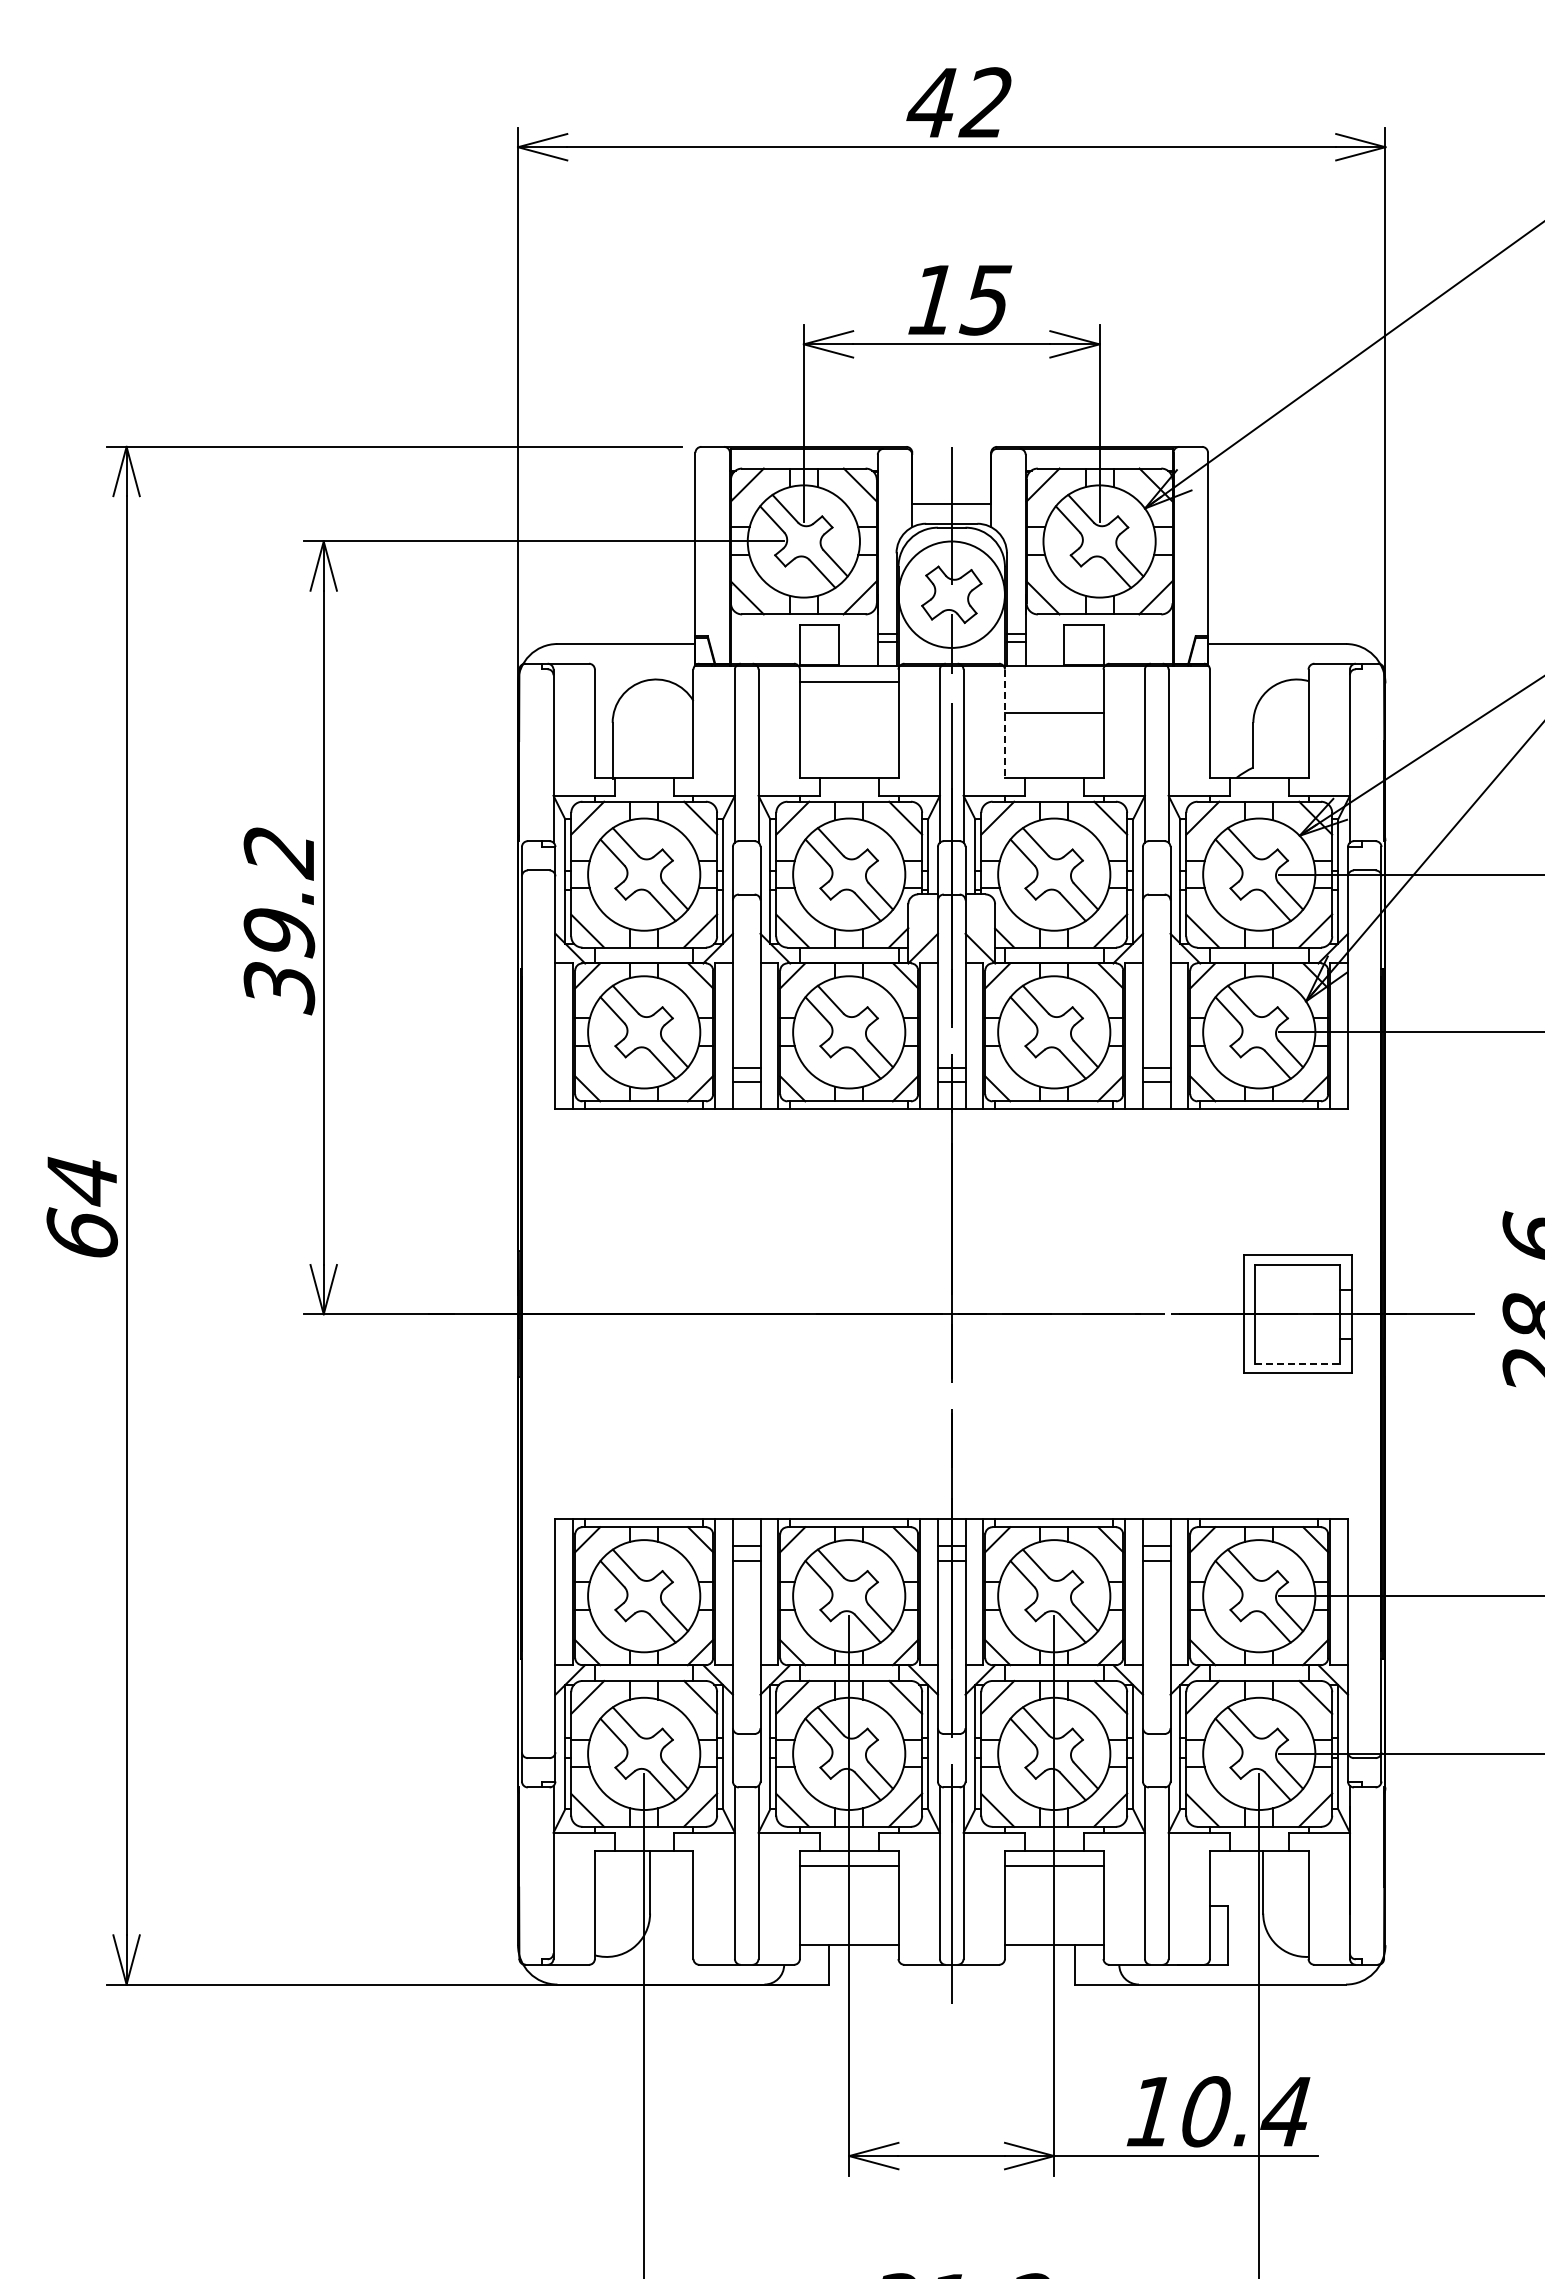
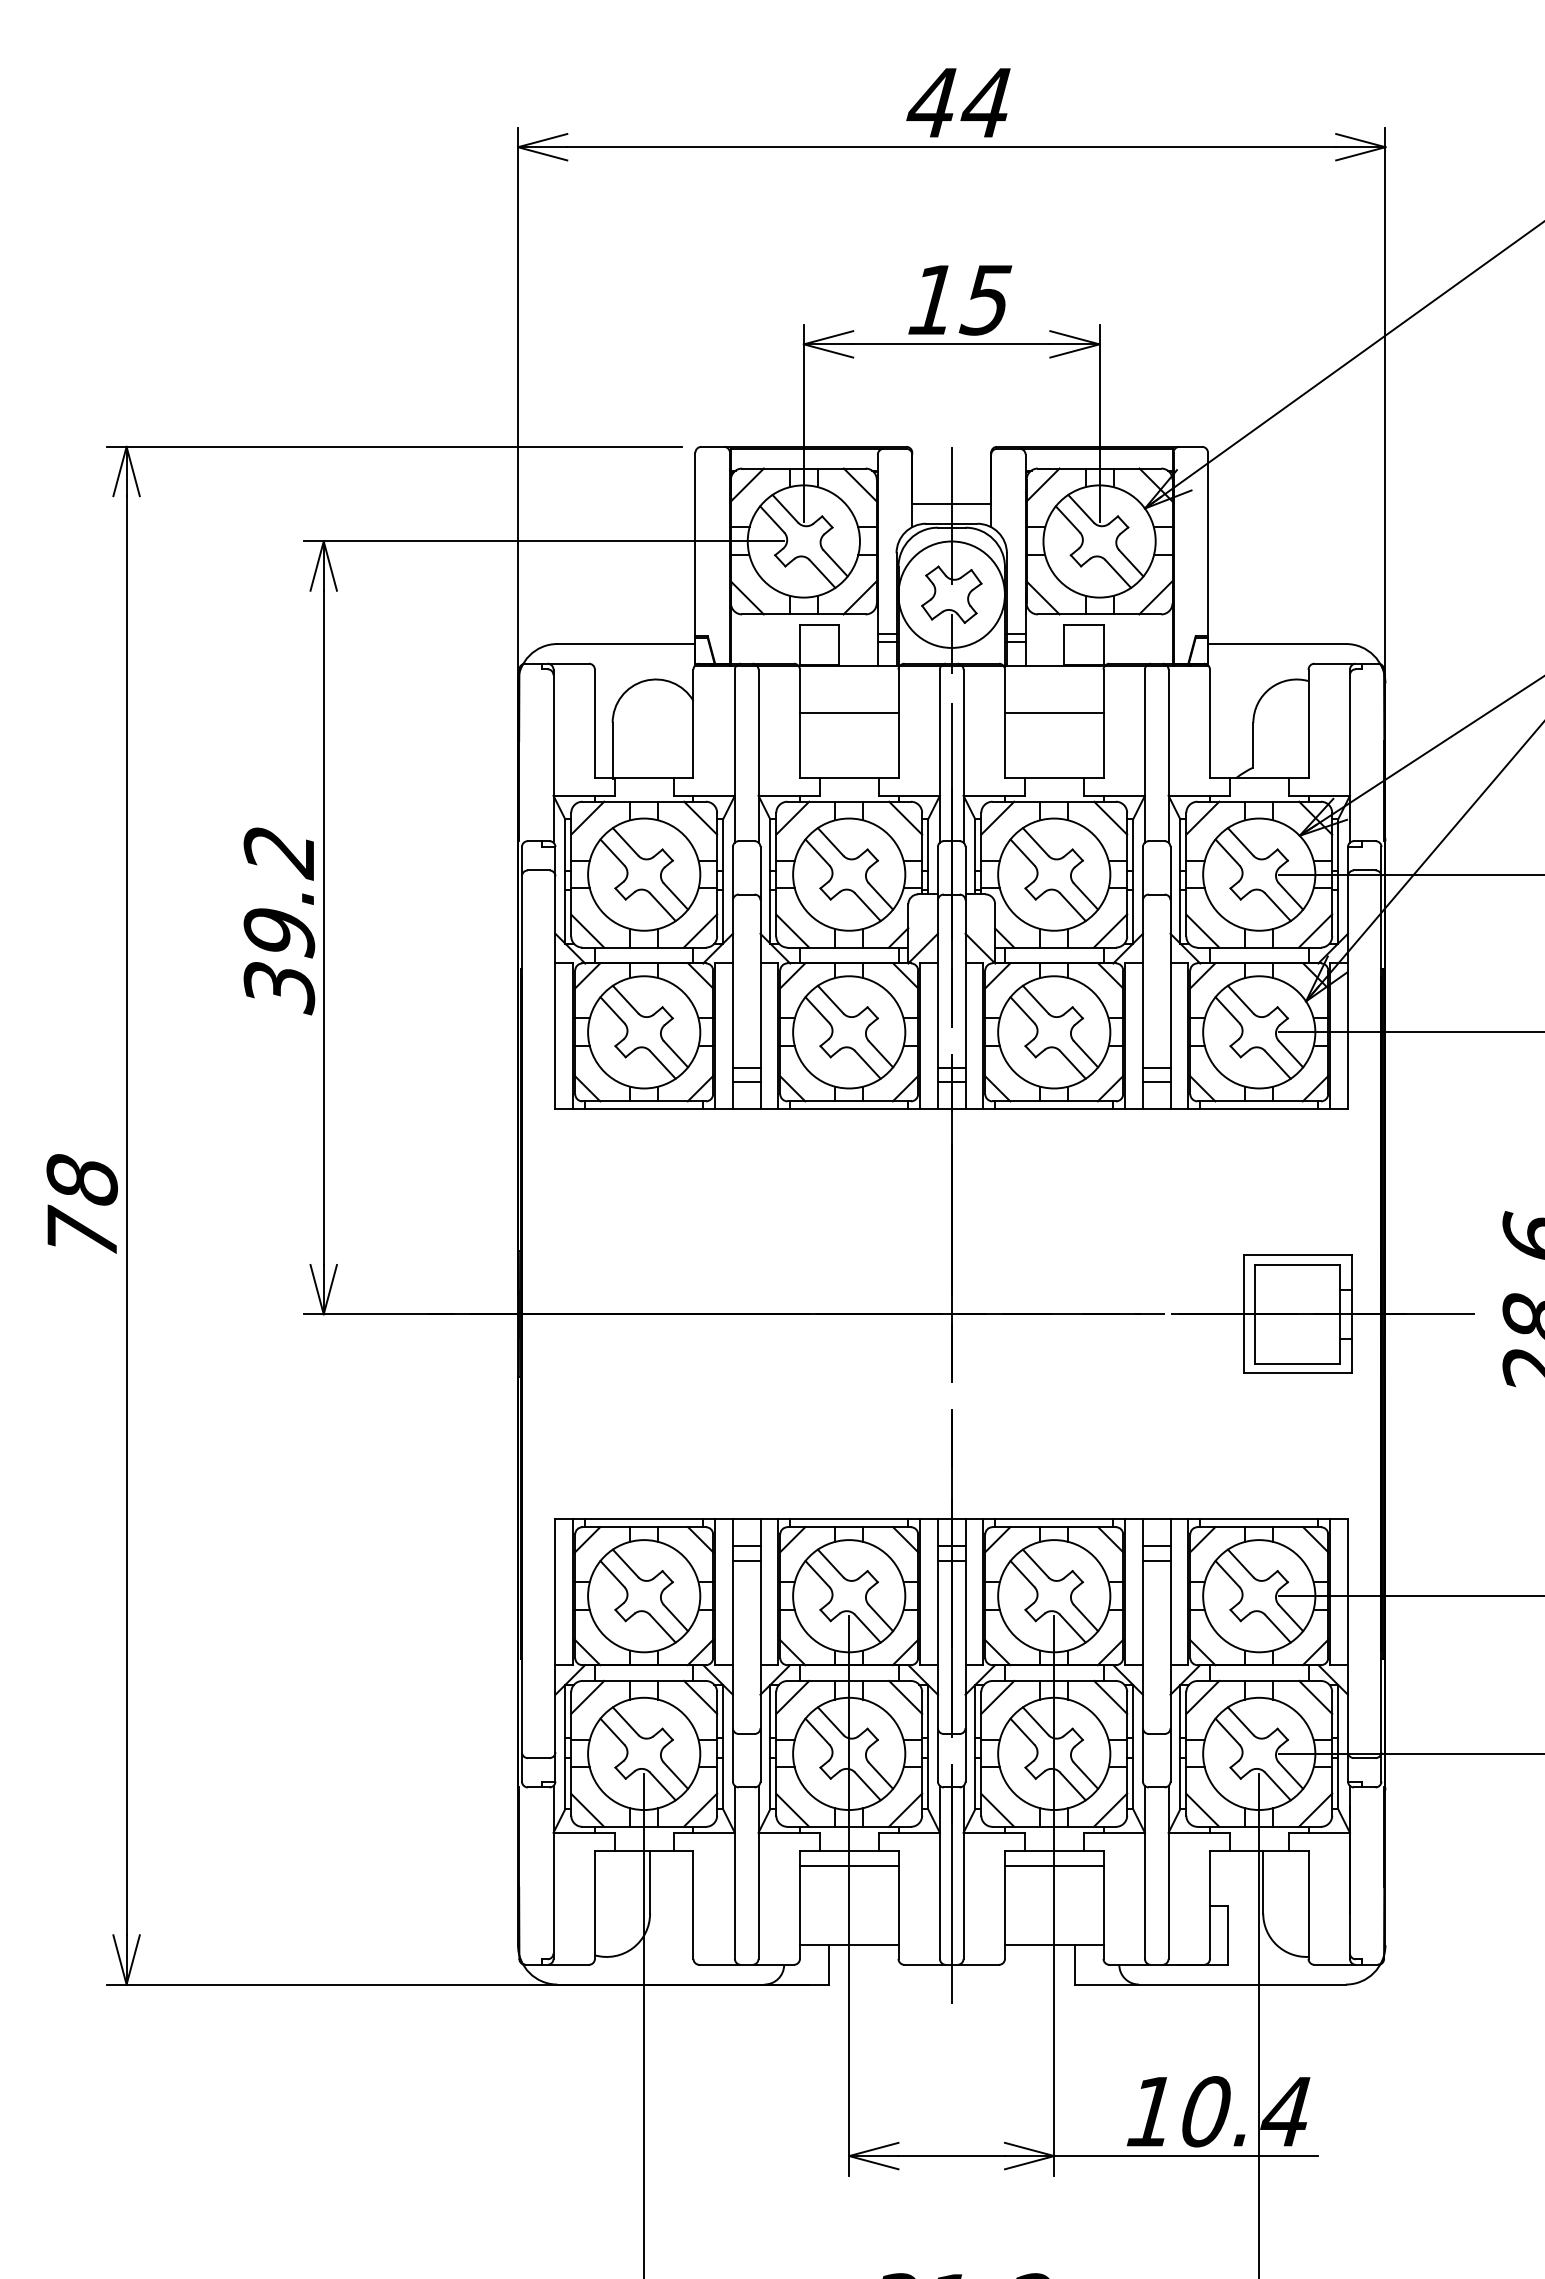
text at (984, 102): 42 -> 44
line at (848, 682) position: (848, 682) -> (848, 713)
line at (1004, 724): dashed -> solid
text at (81, 1205): 64 -> 78
line at (1298, 1363): dashed -> solid
